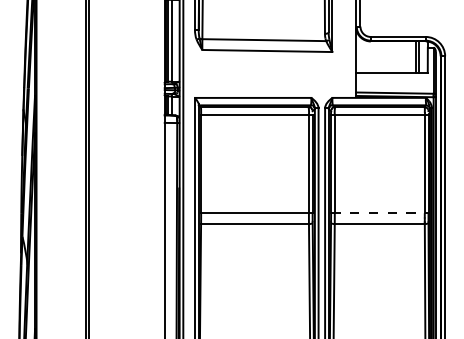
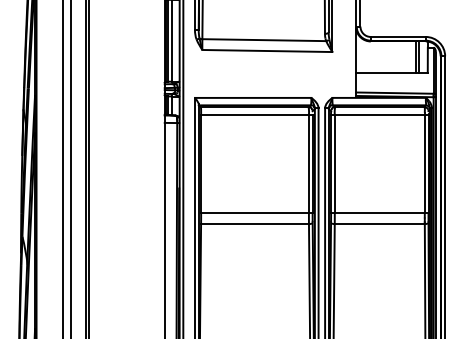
line at (63, 168): none -> present
line at (71, 168): none -> present
line at (379, 213): dashed -> solid
